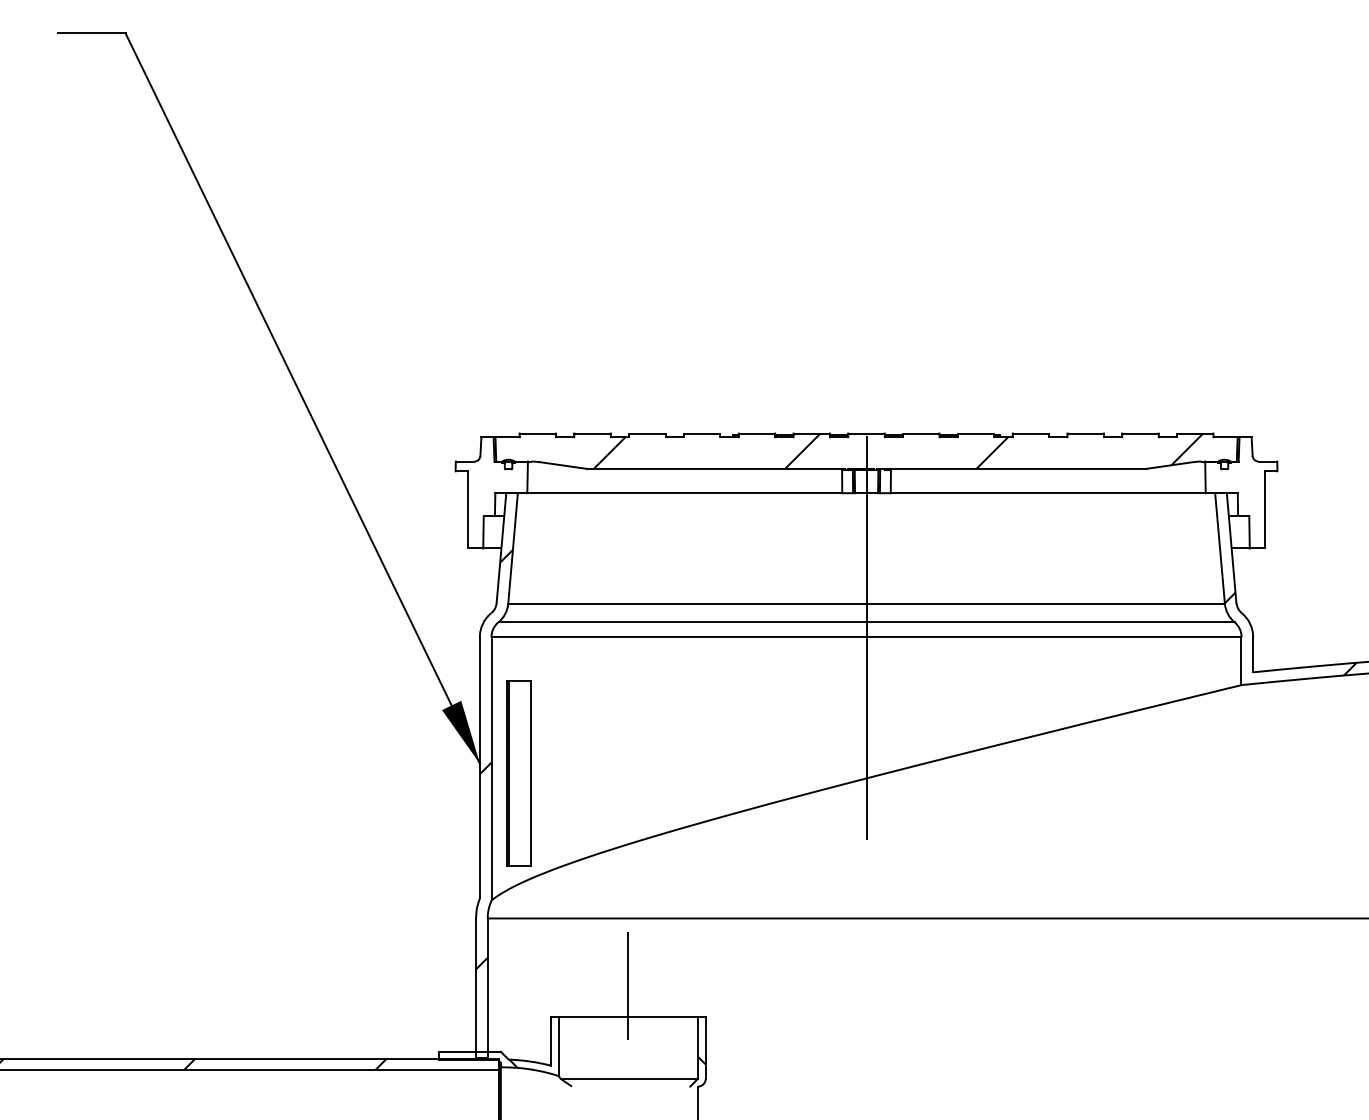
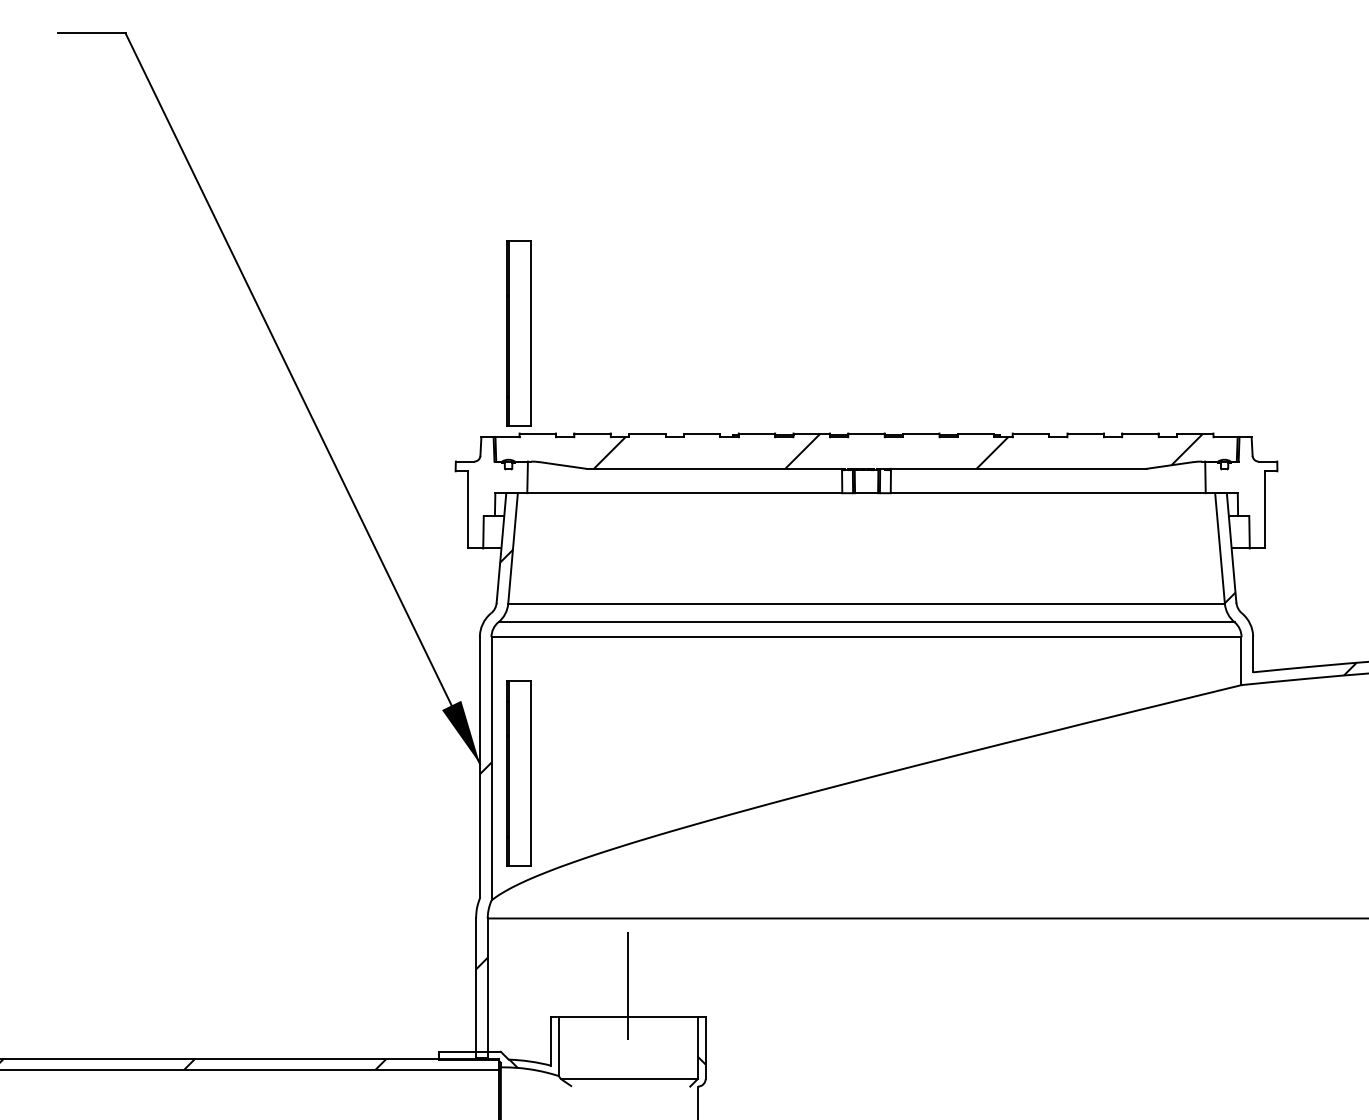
part at (518, 333): none -> present
line at (866, 638): present -> none
